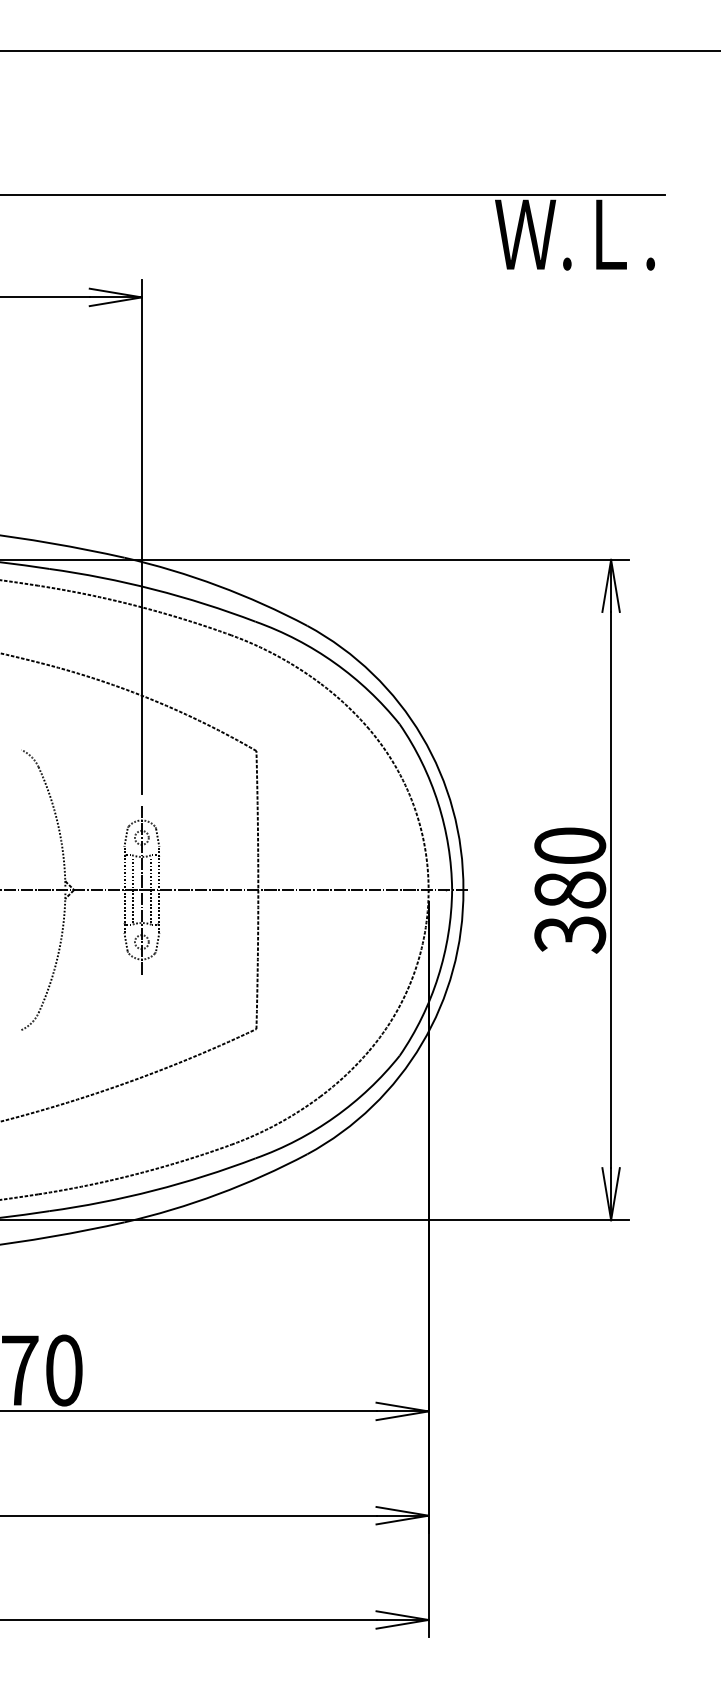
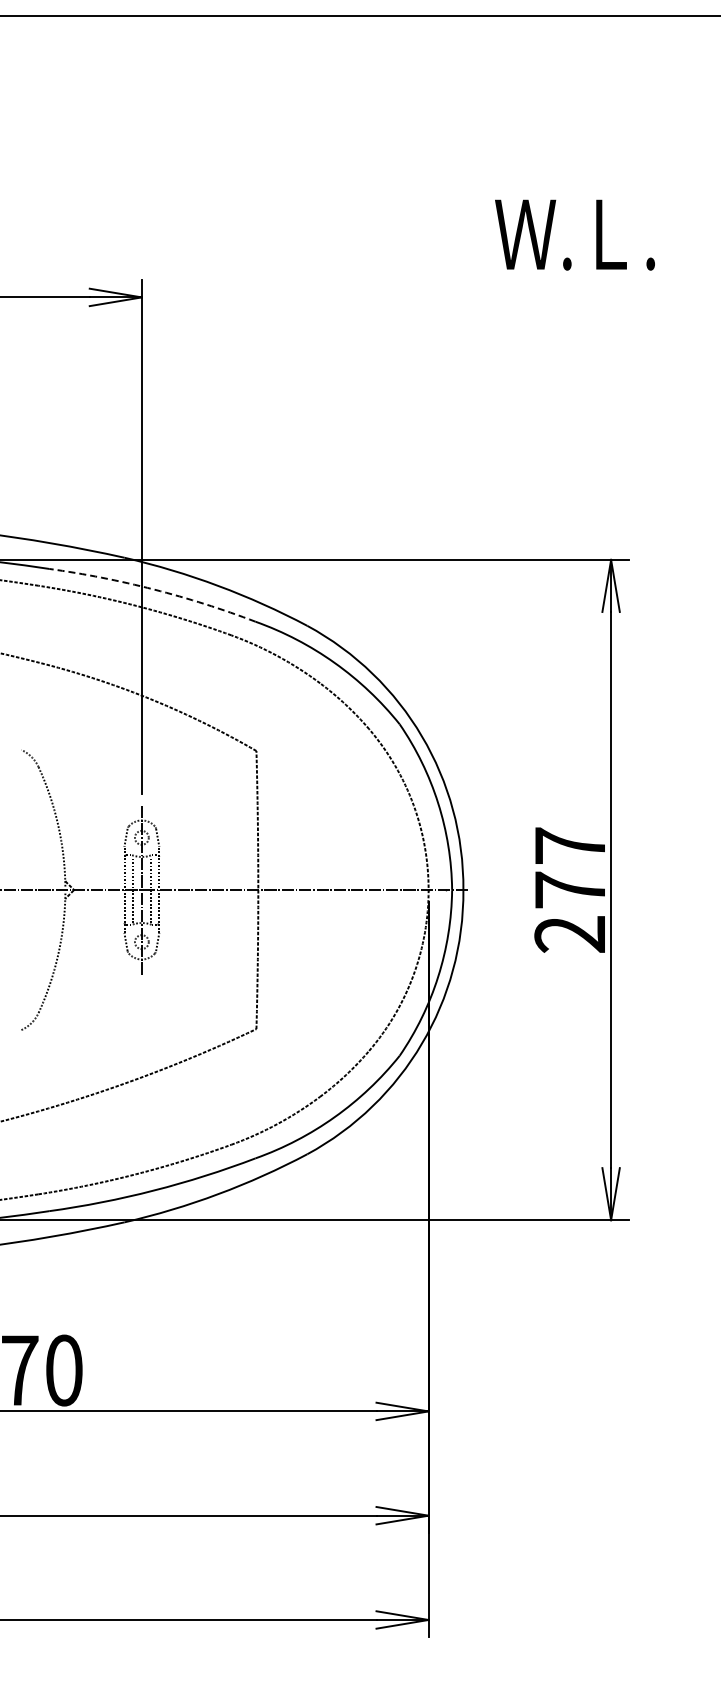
line at (359, 50) position: (359, 50) -> (359, 15)
line at (333, 194): present -> none
arc at (153, 589): solid -> dashed
text at (570, 890): 380 -> 277
